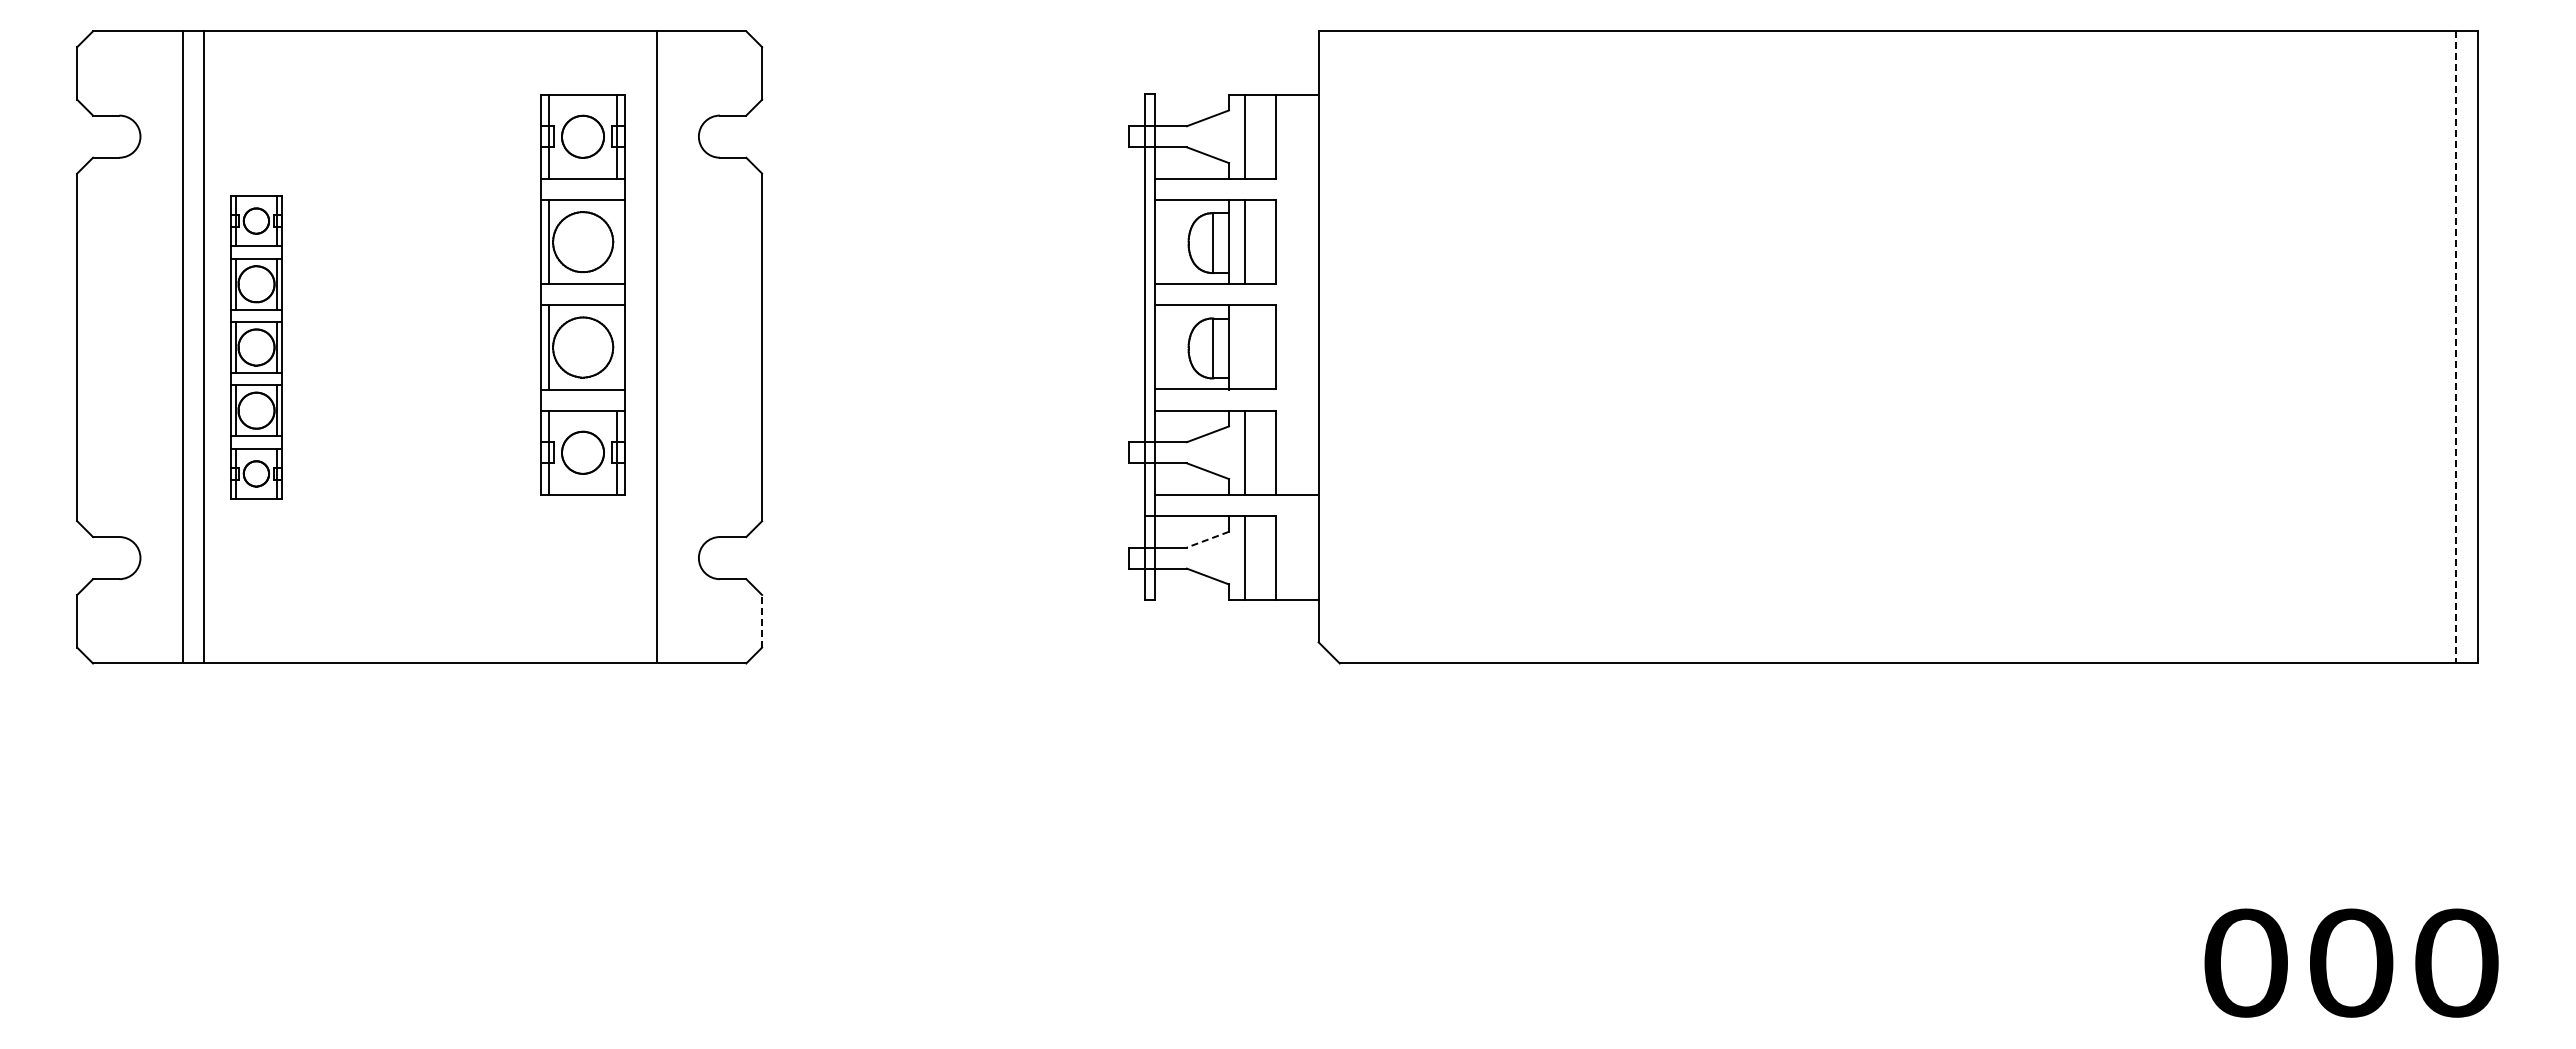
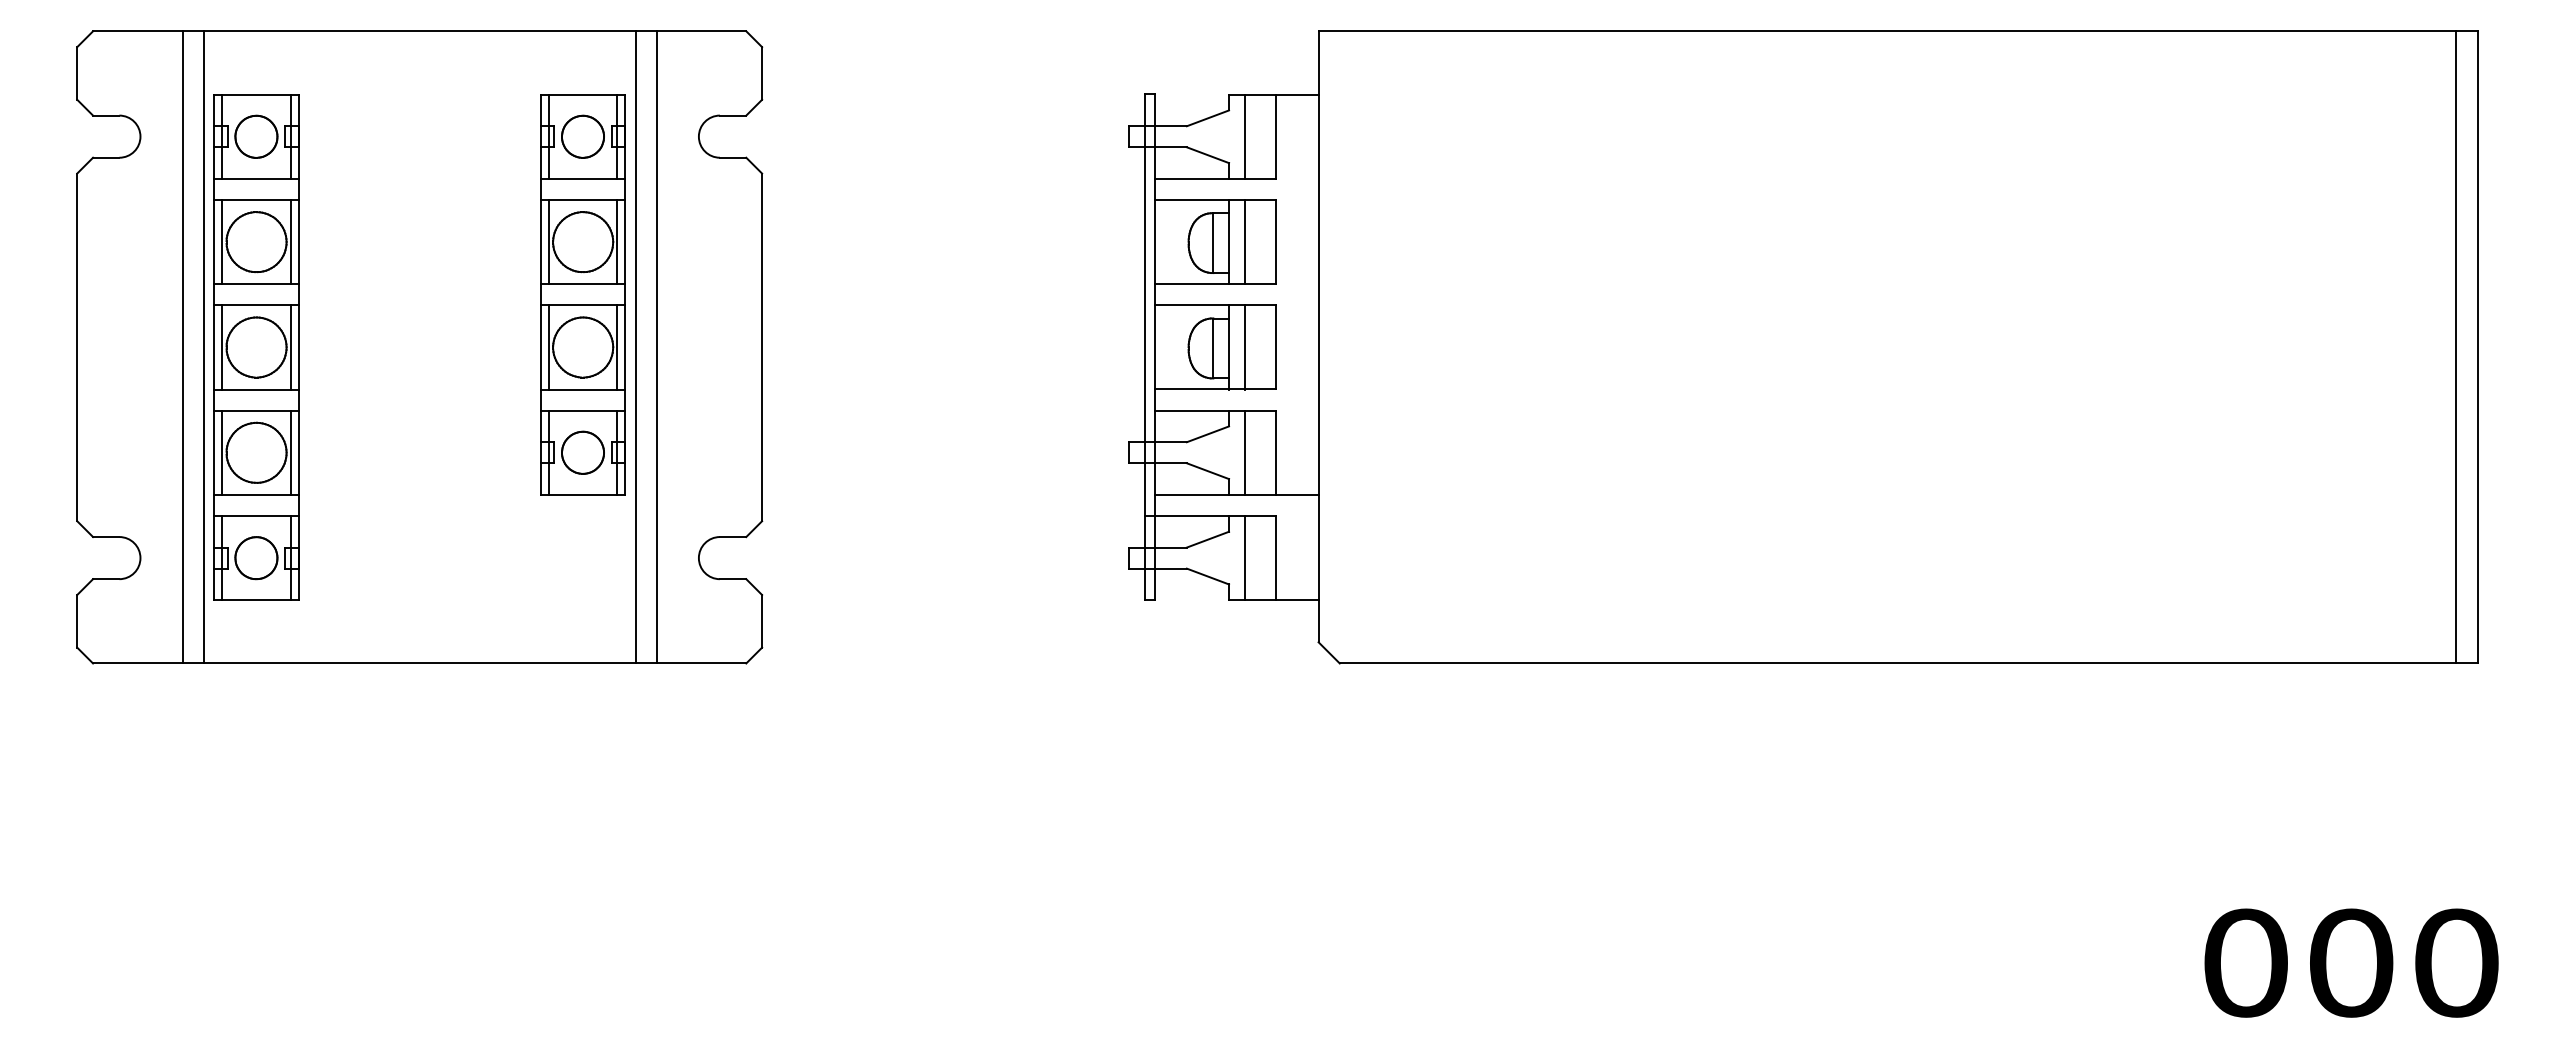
line at (617, 242): none -> present
part at (256, 347) size: 53x305 px -> 87x507 px
line at (617, 347): none -> present
line at (635, 347): none -> present
line at (1244, 347): none -> present
line at (2456, 347): dashed -> solid
line at (1207, 539): dashed -> solid
line at (762, 620): dashed -> solid
